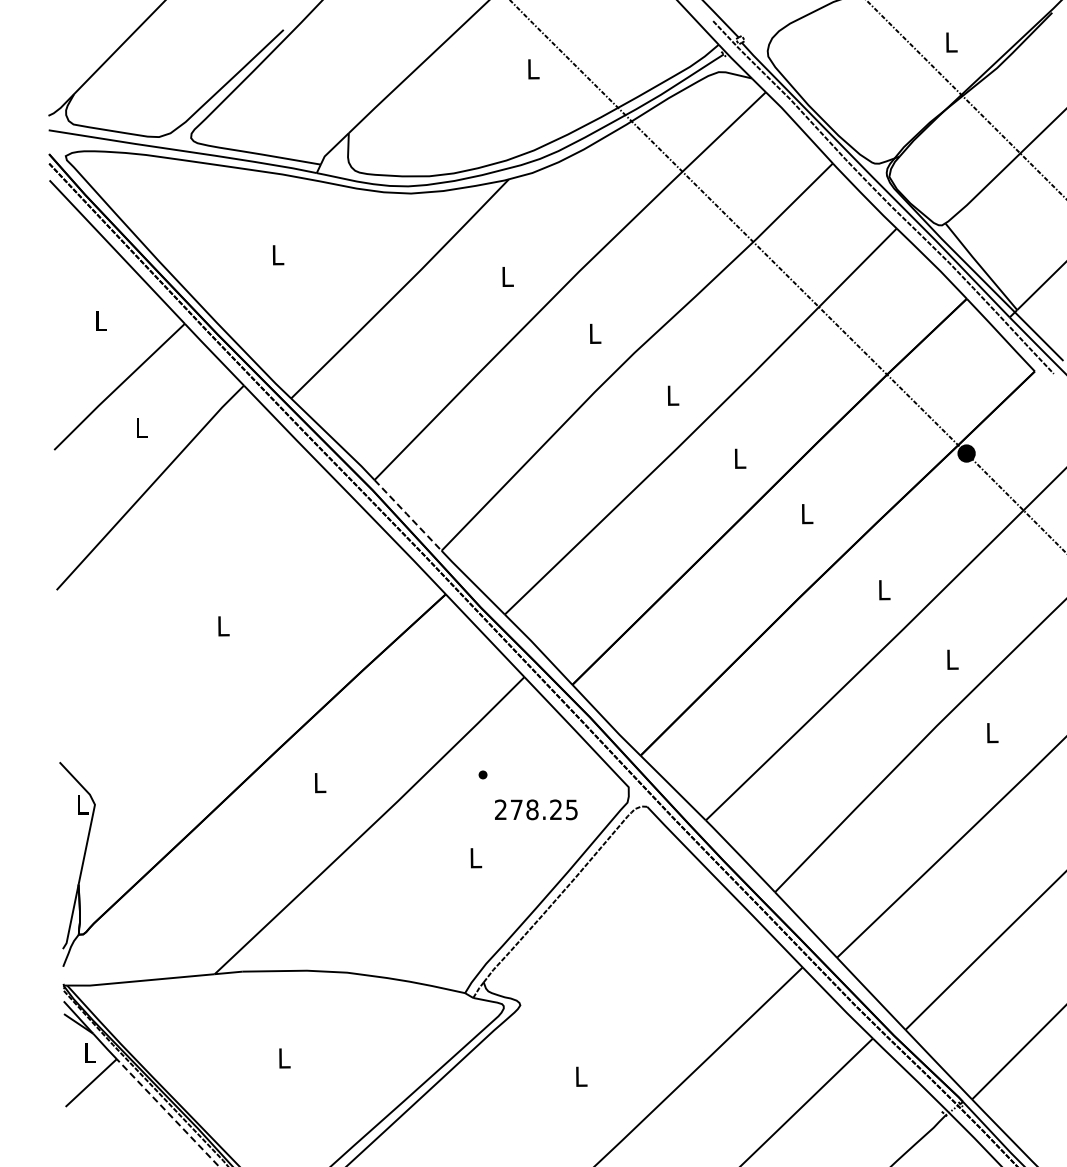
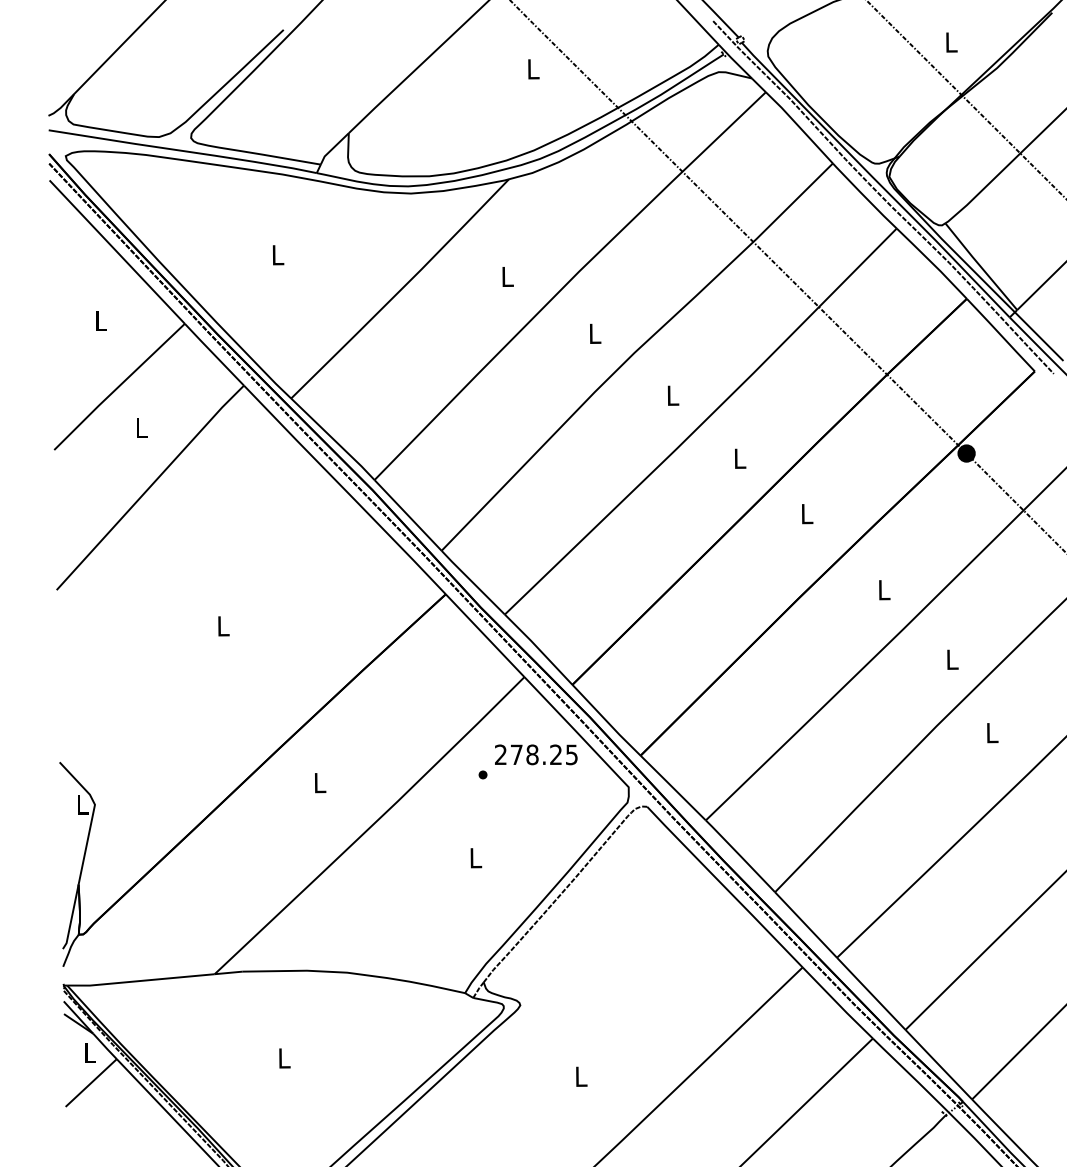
line at (408, 515): dashed -> solid
text at (536, 809) position: (536, 809) -> (536, 754)
line at (168, 1113): dashed -> solid
